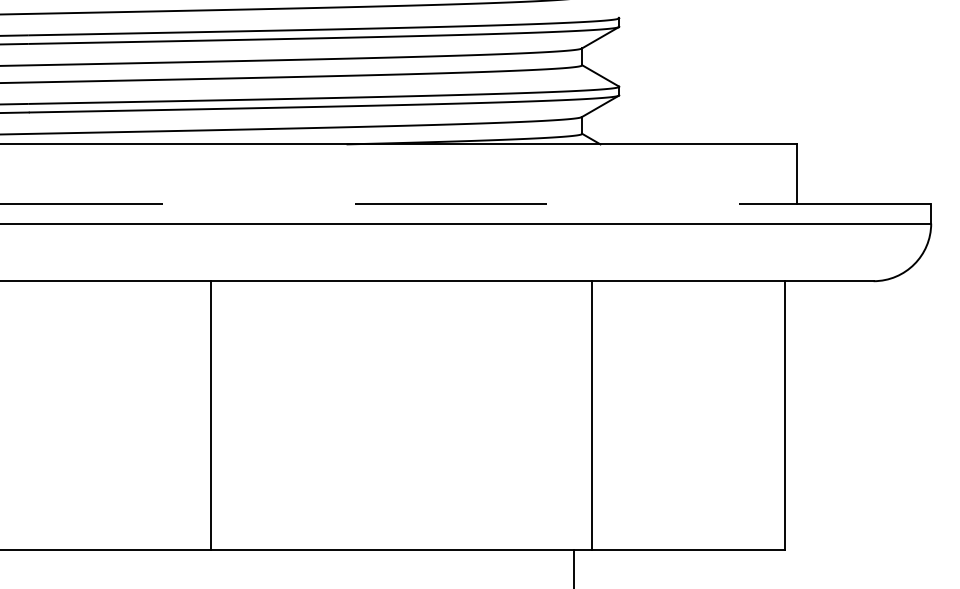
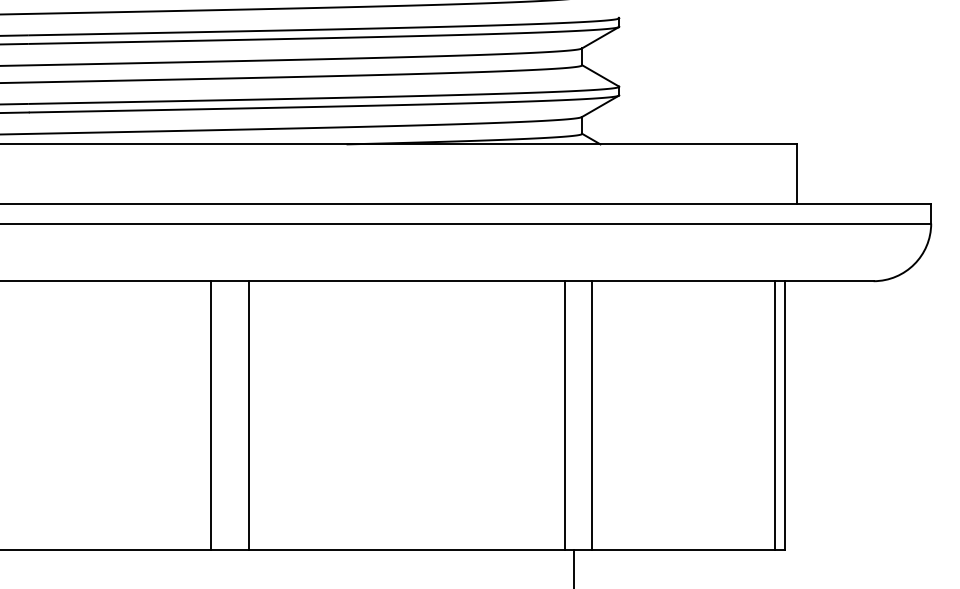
line at (465, 204): dashed -> solid
line at (248, 415): none -> present
line at (564, 415): none -> present
line at (774, 415): none -> present
